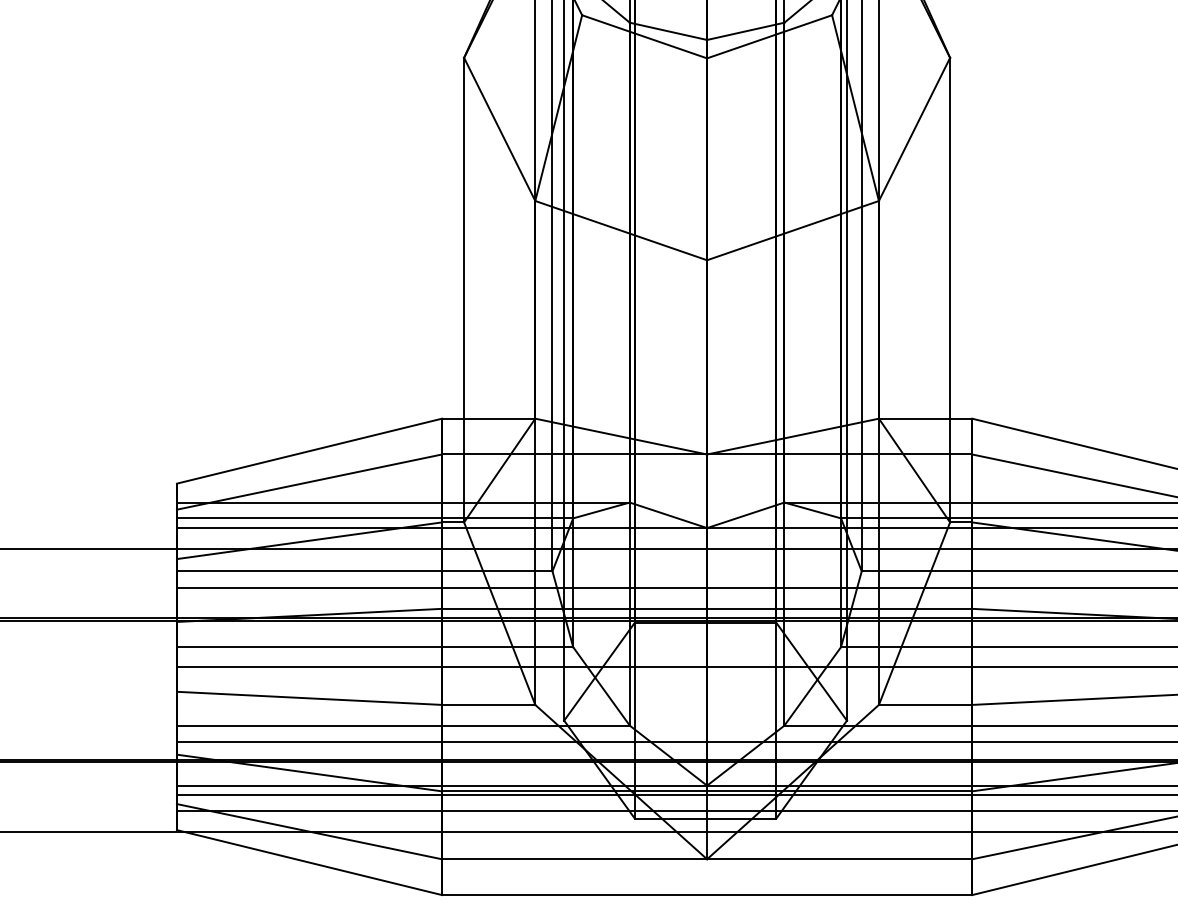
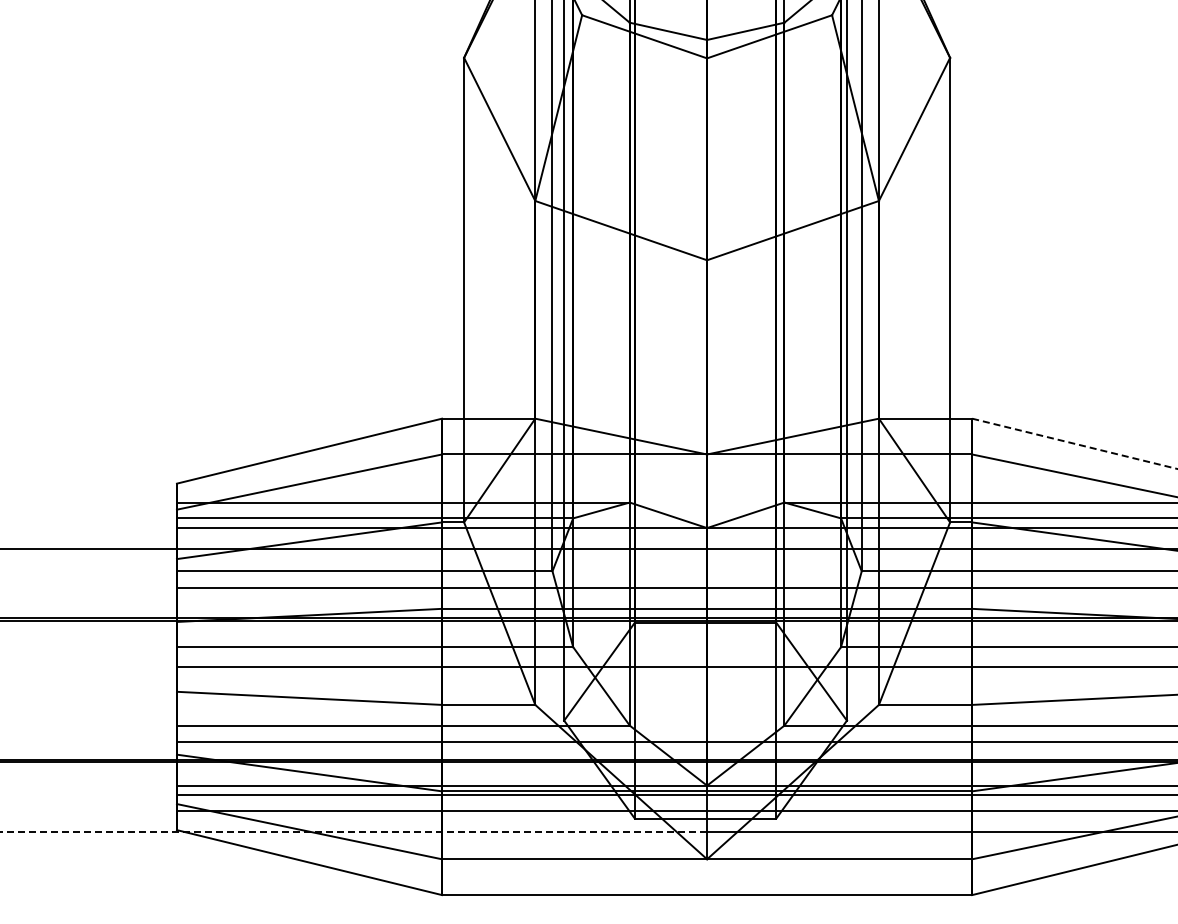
line at (1075, 443): solid -> dashed
line at (353, 831): solid -> dashed
